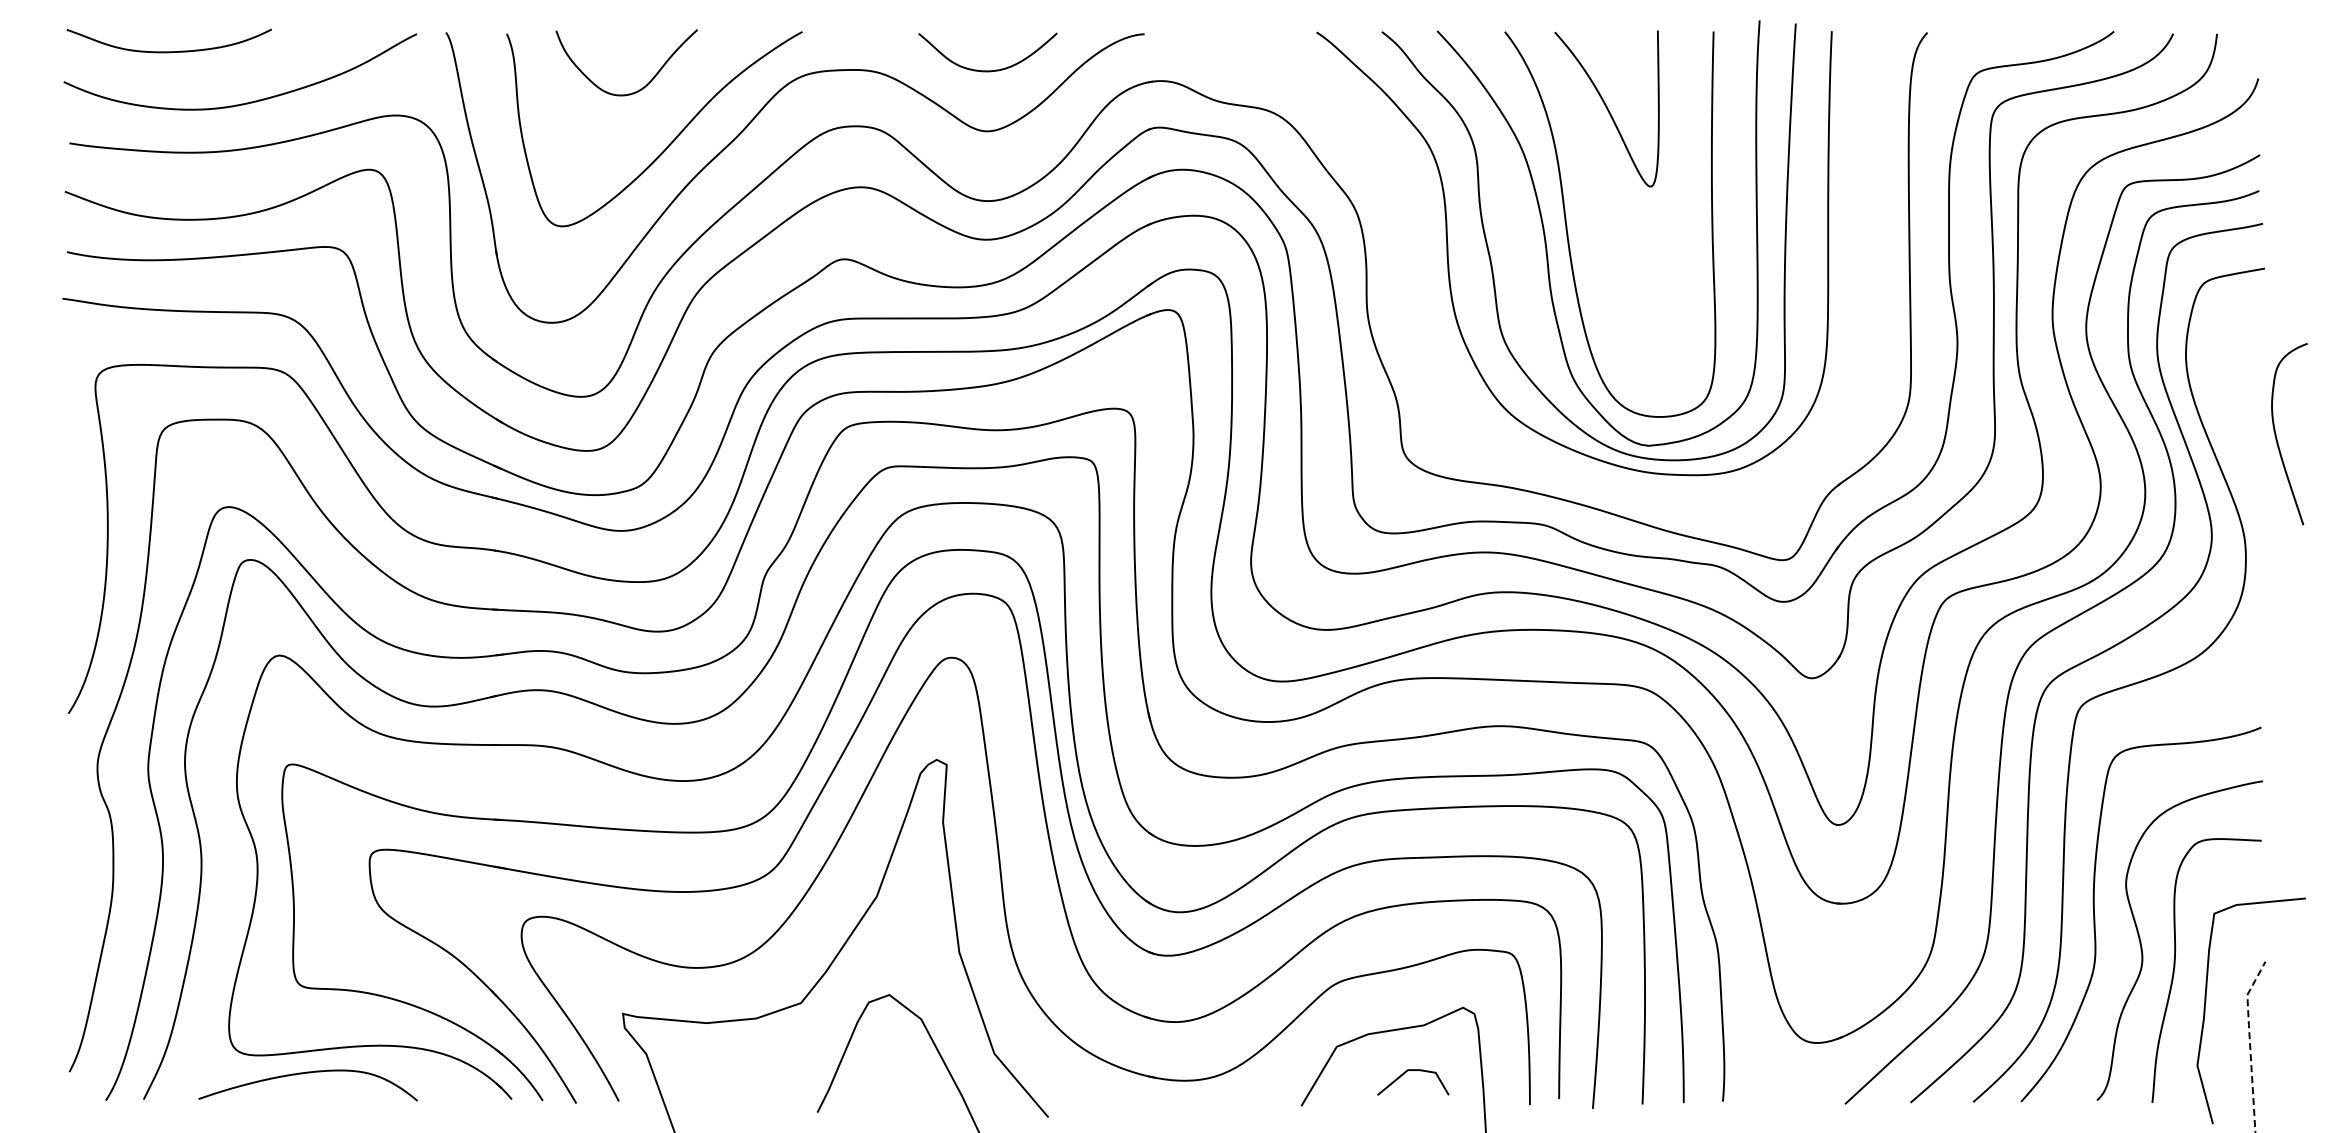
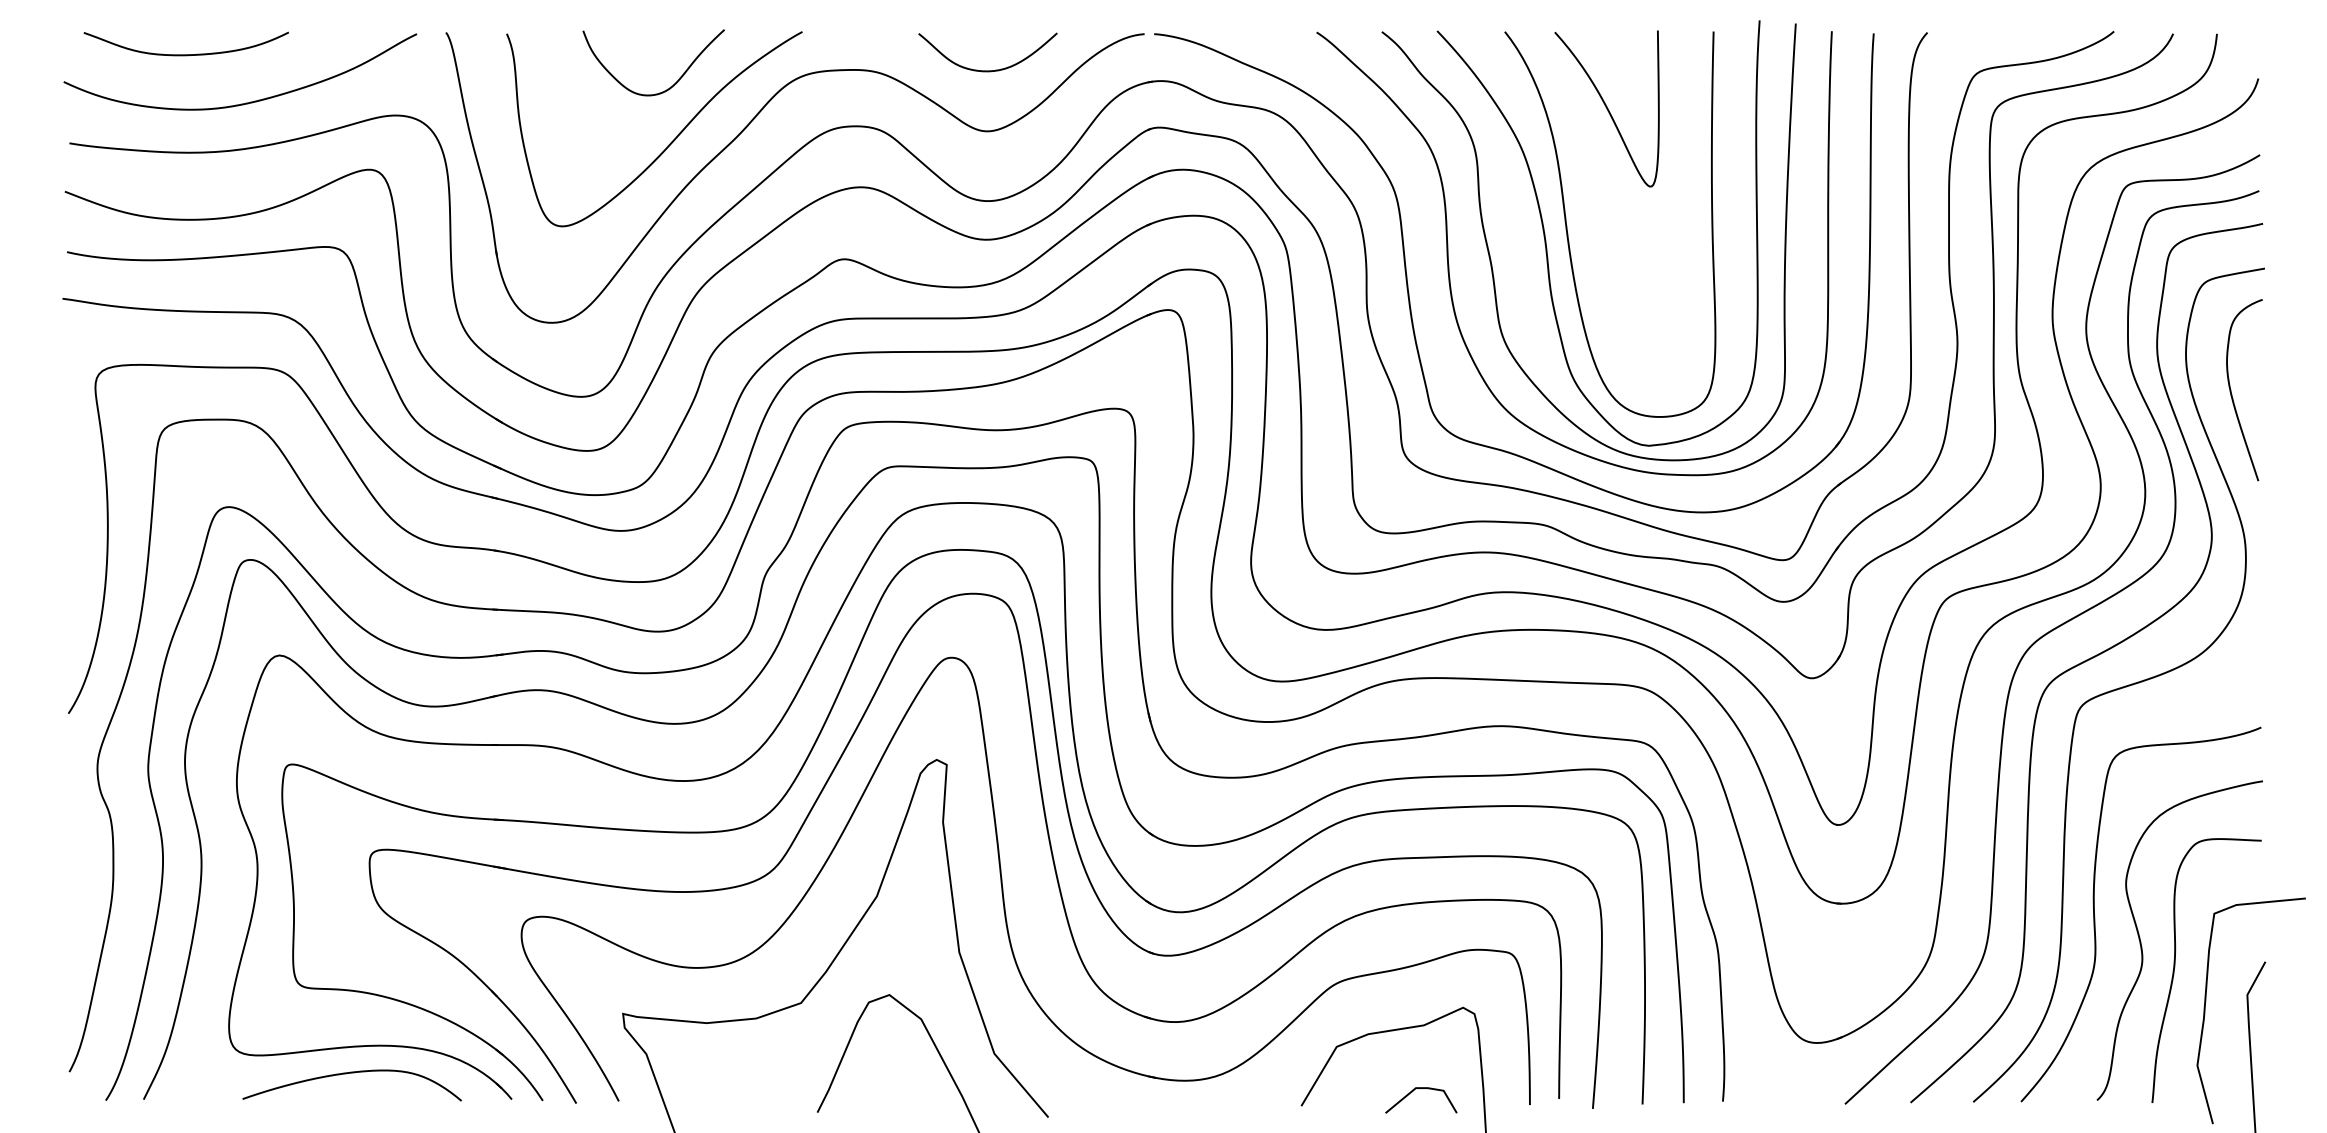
curve at (168, 51) position: (168, 51) -> (185, 54)
curve at (643, 86) position: (643, 86) -> (670, 86)
part at (1408, 284): none -> present
curve at (2277, 438) position: (2277, 438) -> (2232, 394)
line at (2249, 1043): dashed -> solid
line at (1413, 1070) position: (1413, 1070) -> (1421, 1088)
curve at (307, 1073) position: (307, 1073) -> (351, 1073)
